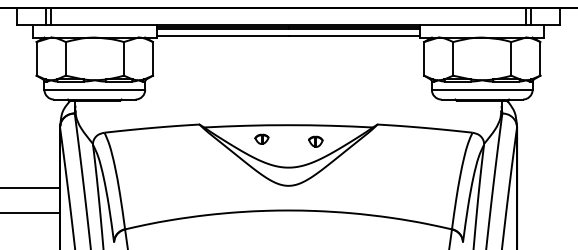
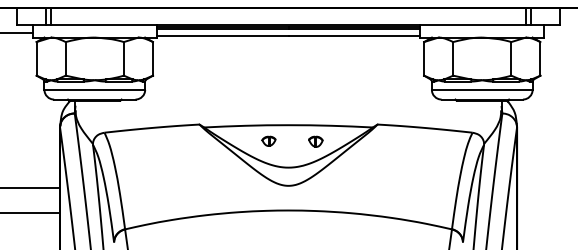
line at (17, 32): none -> present
part at (261, 138) position: (261, 138) -> (268, 140)
